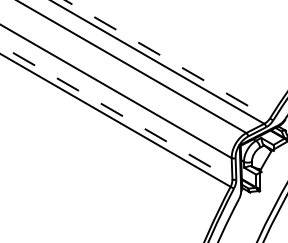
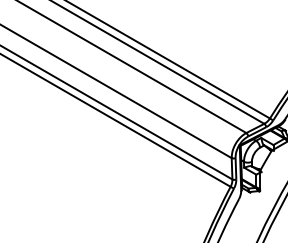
line at (167, 59): dashed -> solid
line at (116, 112): dashed -> solid
